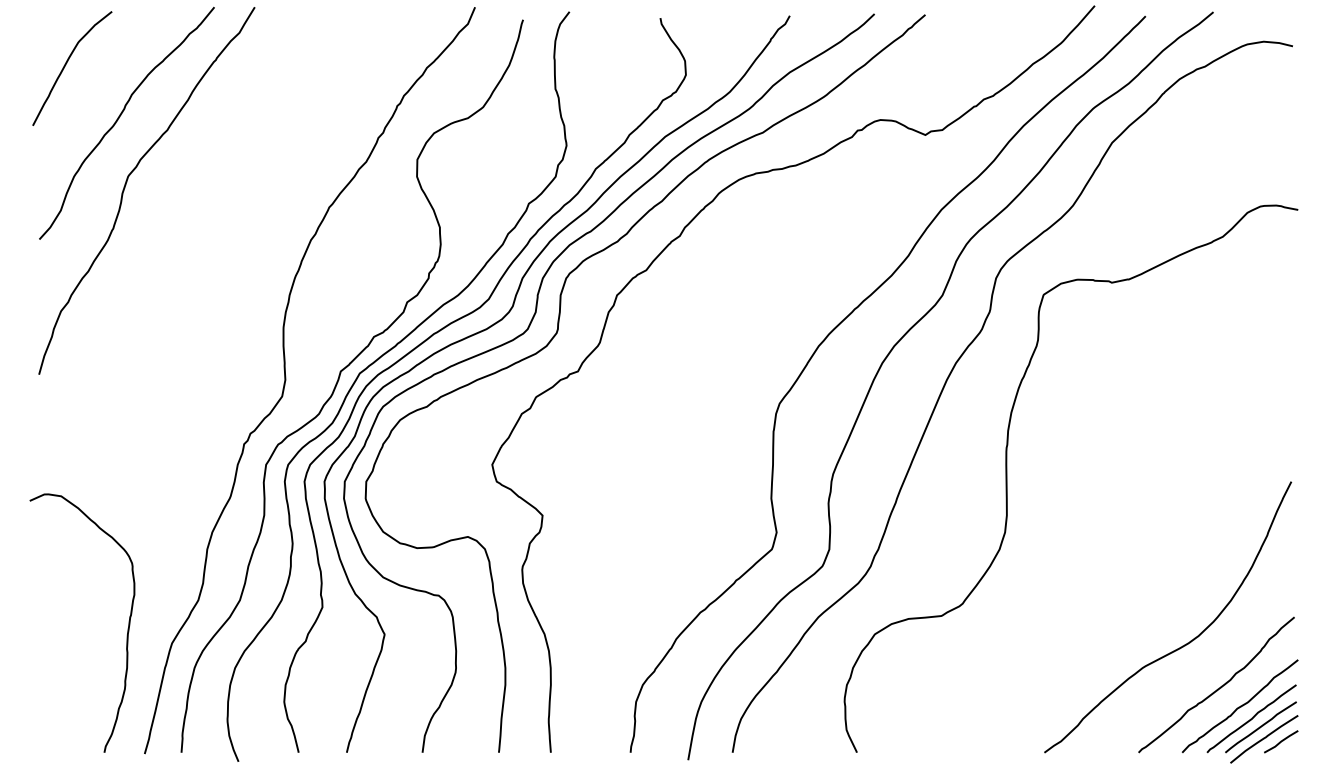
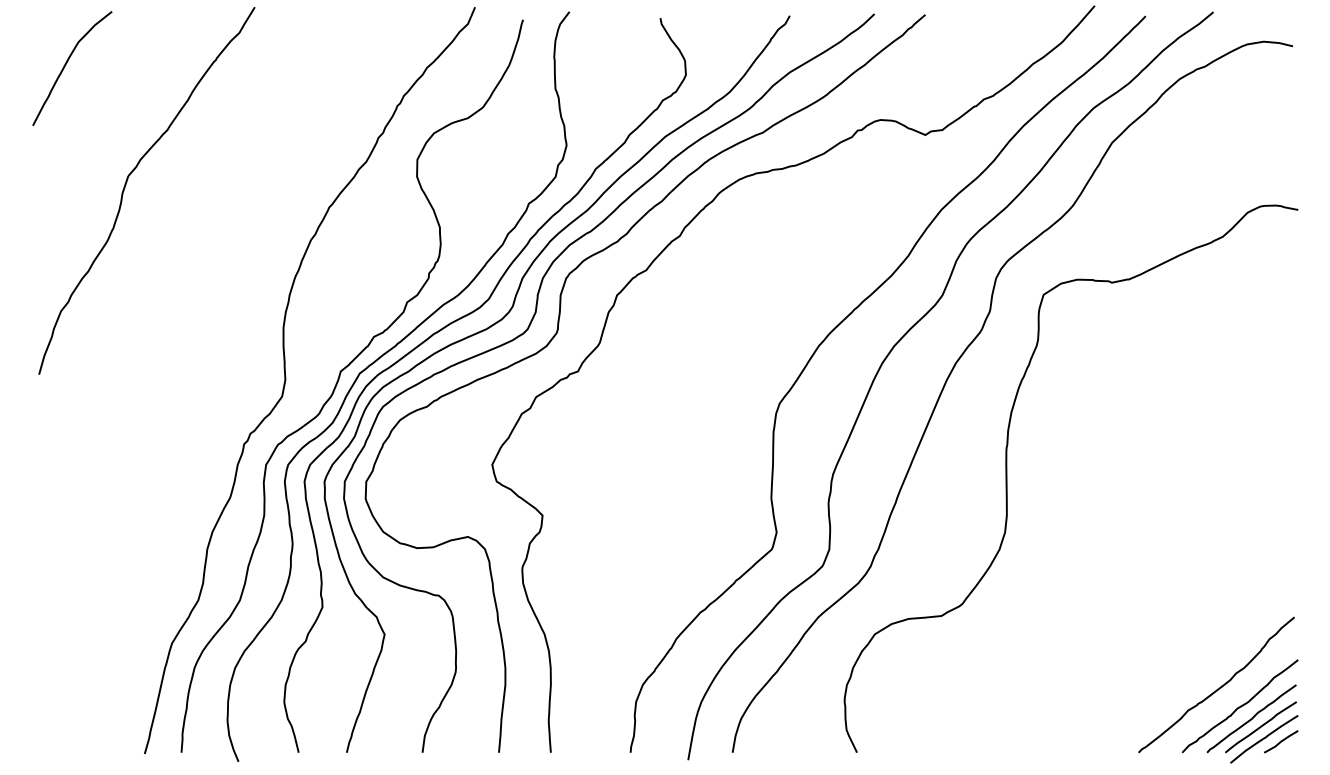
curve at (119, 118): present -> none
curve at (127, 628): present -> none
curve at (1182, 645): present -> none
